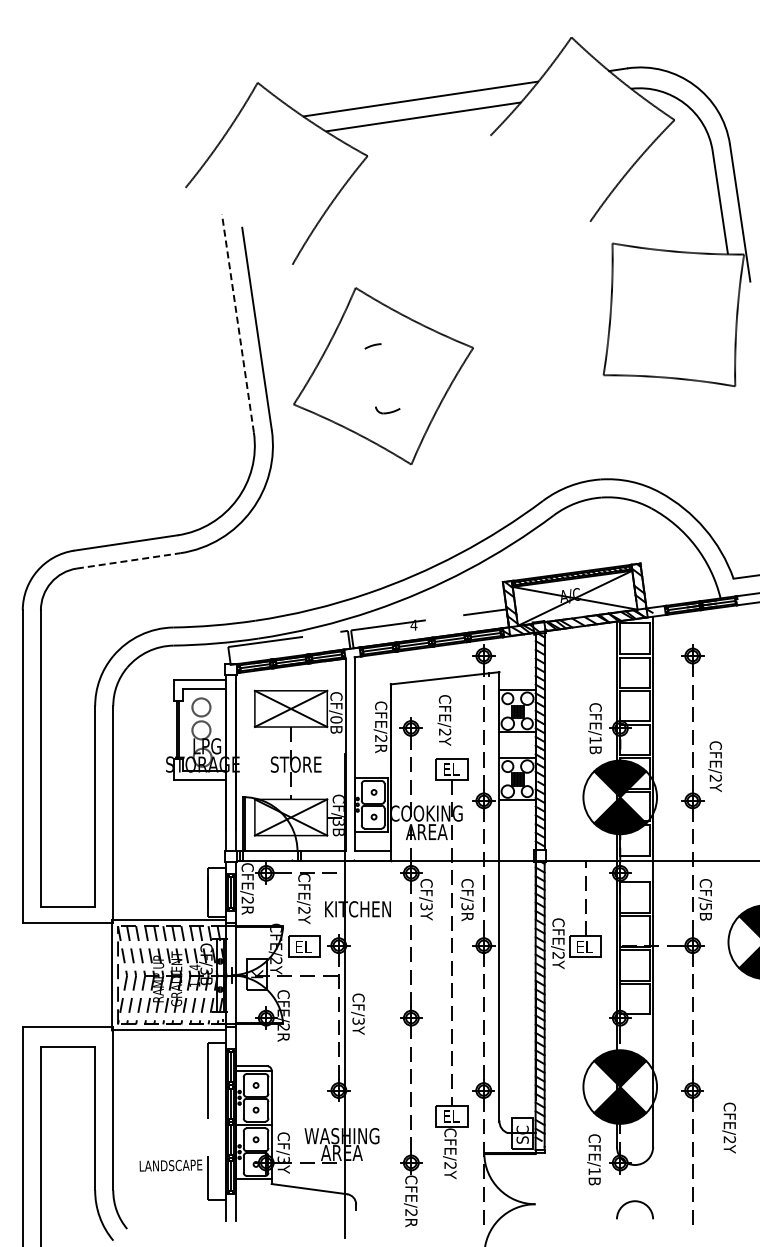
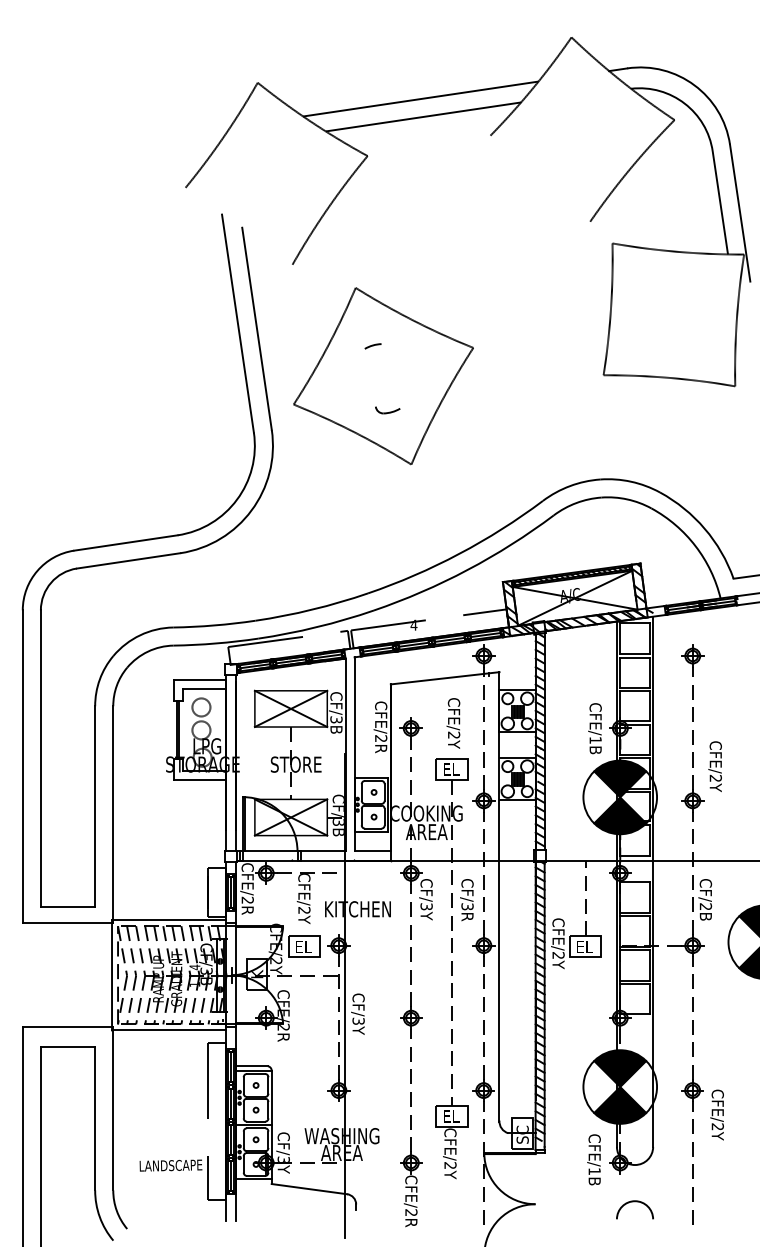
line at (237, 323): dashed -> solid
line at (129, 560): dashed -> solid
text at (336, 719): CF/0B -> CF/3B
text at (444, 720) position: (444, 720) -> (453, 723)
text at (705, 906): CF/5B -> CF/2B
text at (728, 1127) position: (728, 1127) -> (716, 1114)
